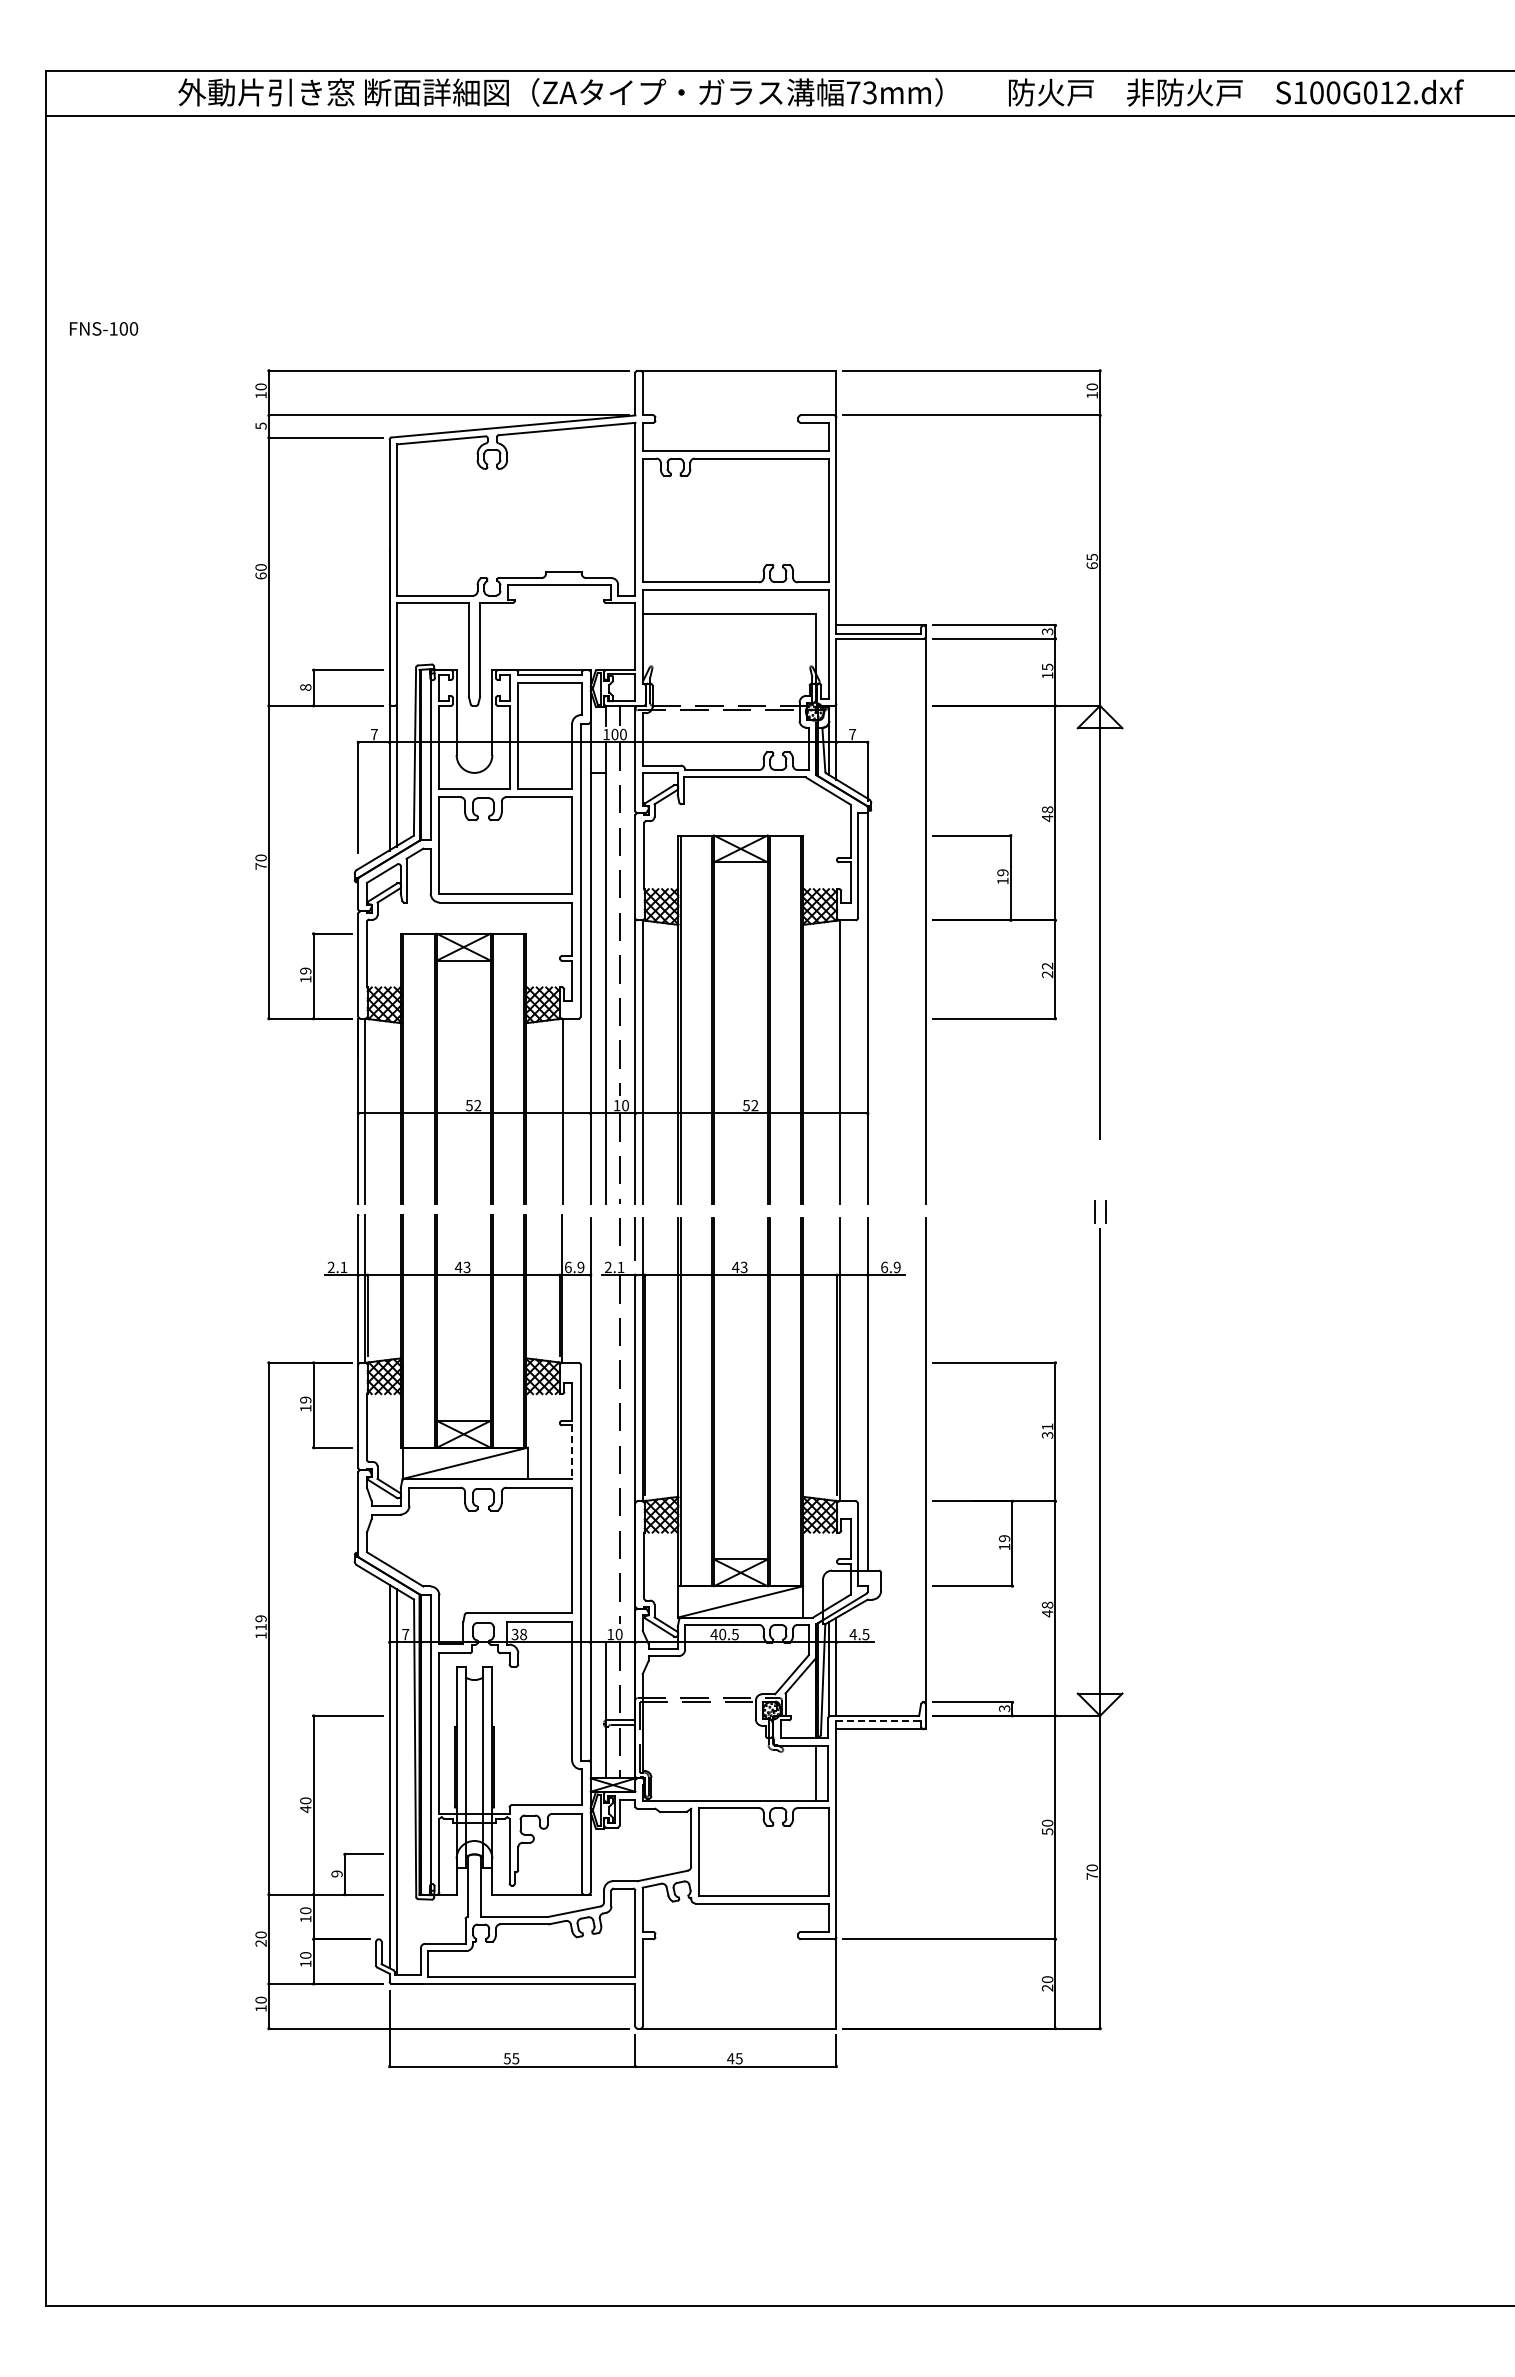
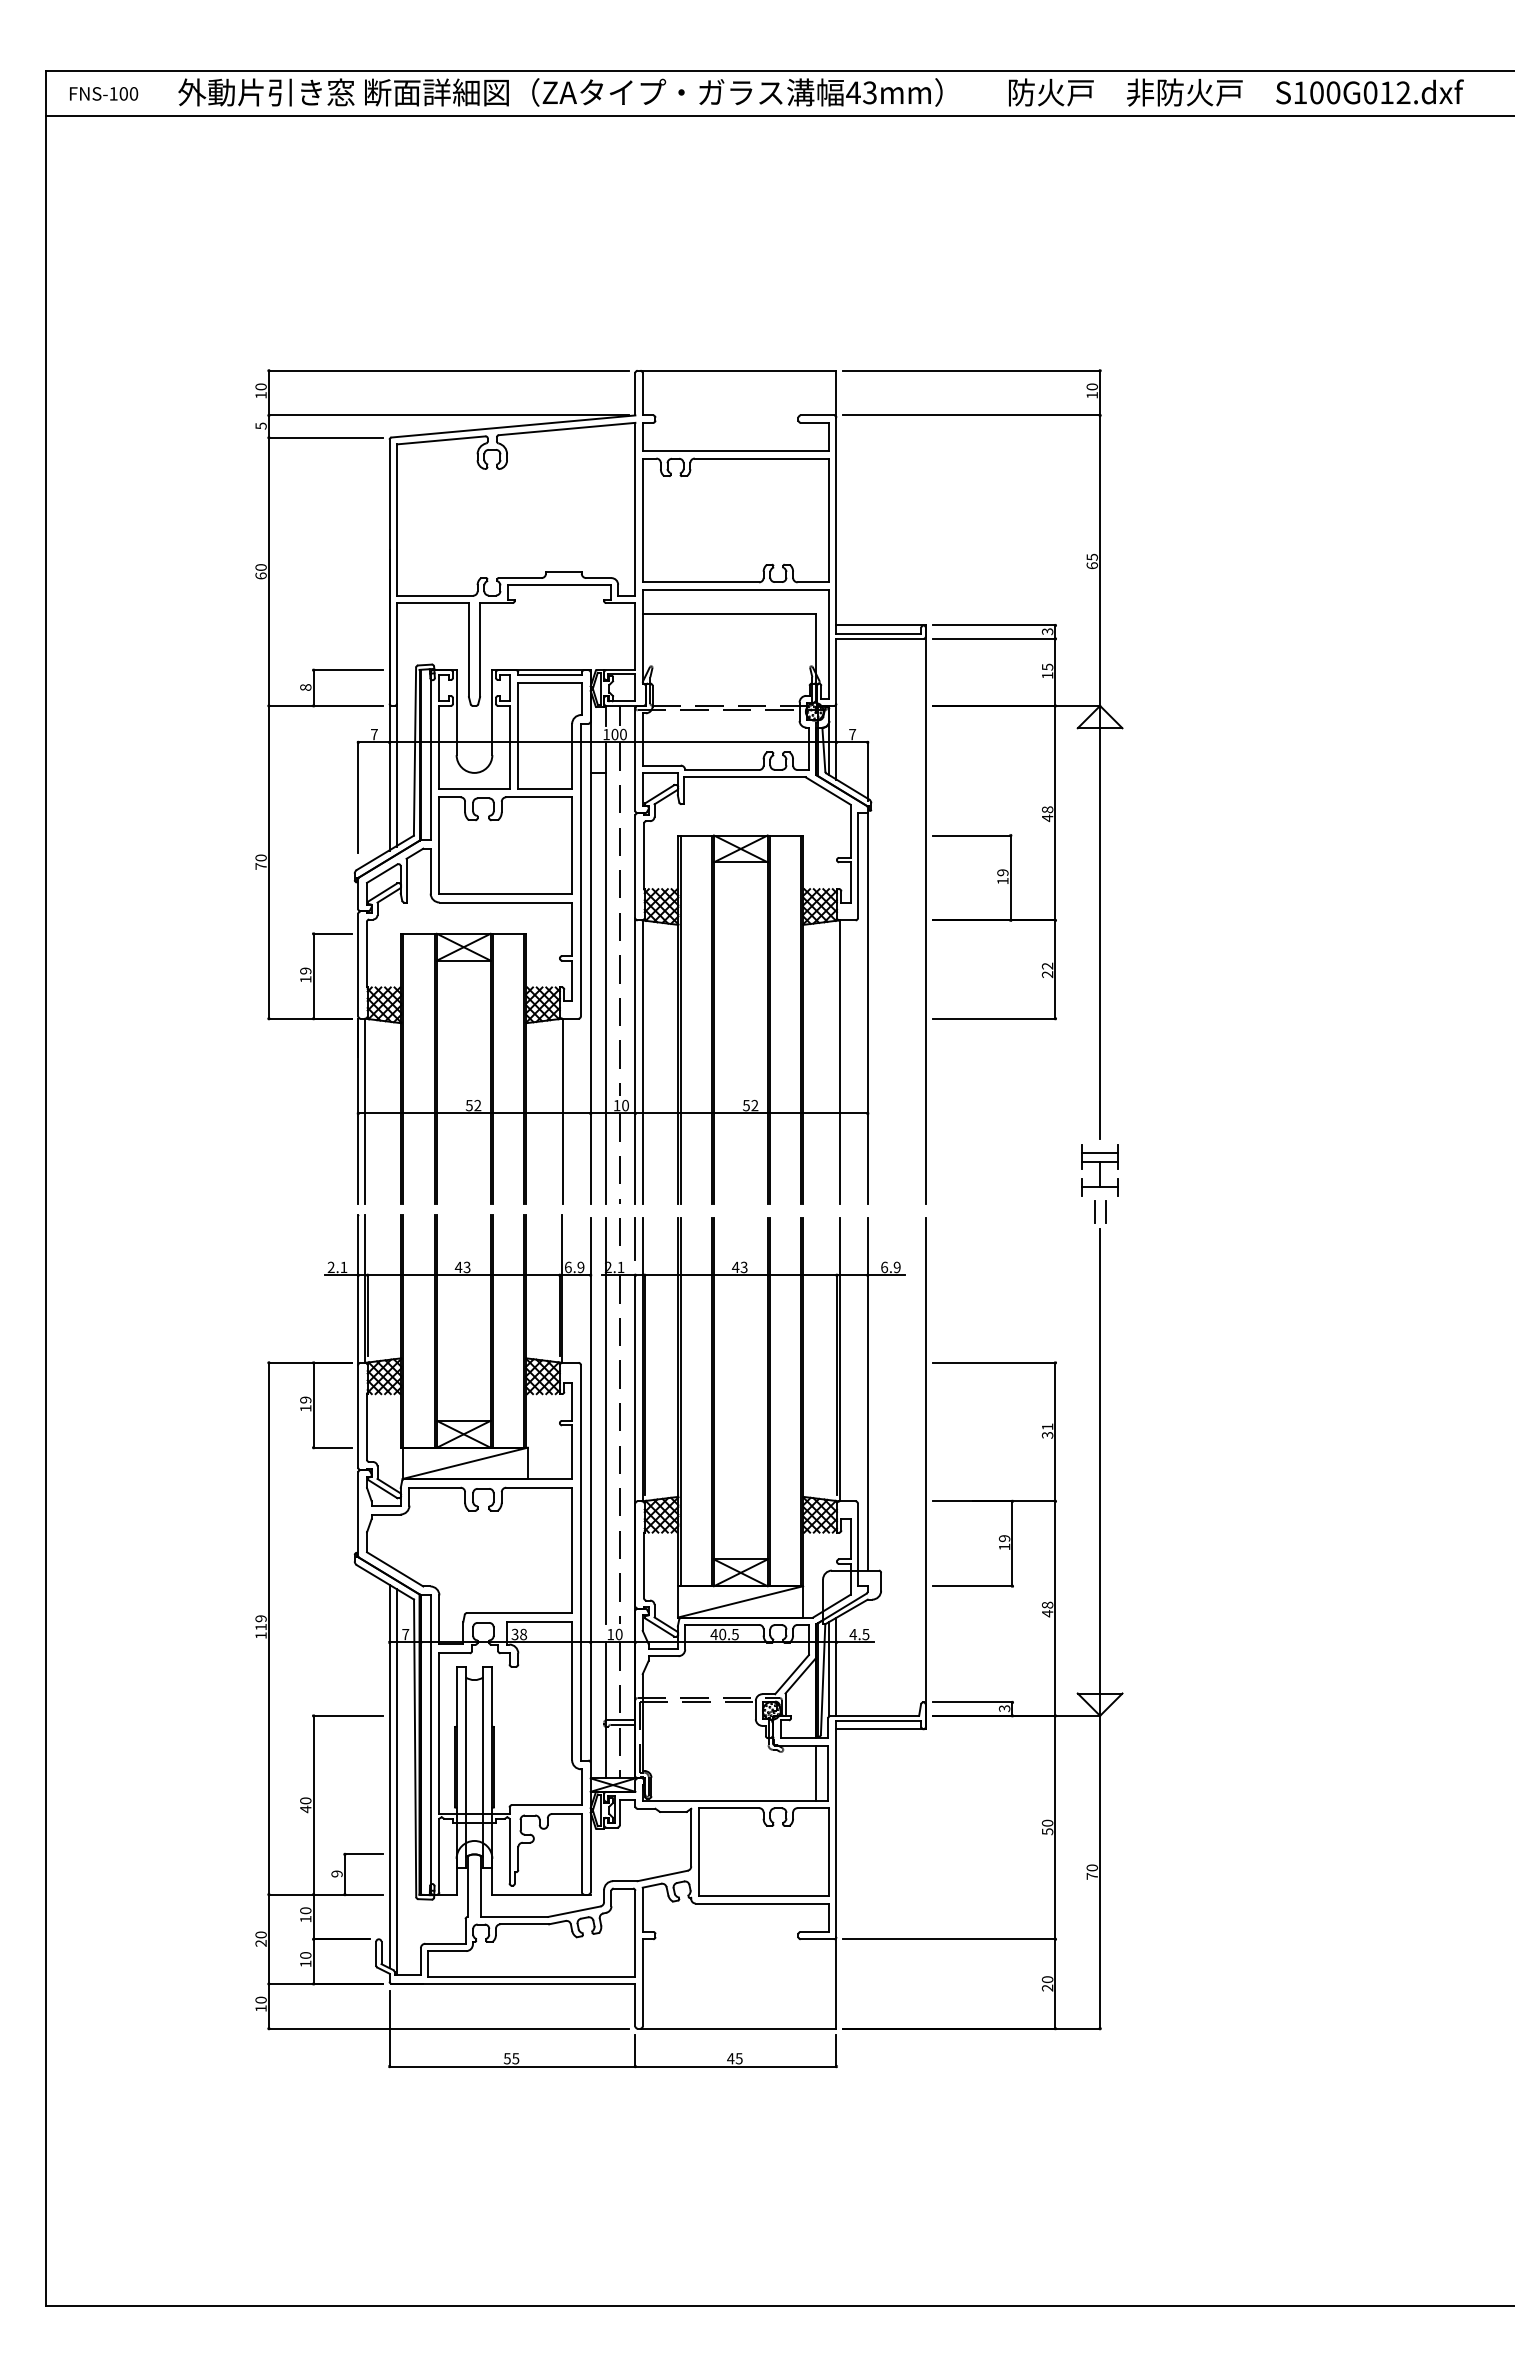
text at (853, 92): 73mm -> 43mm
text at (104, 328) position: (104, 328) -> (104, 93)
part at (1099, 1170): none -> present
line at (606, 1420): none -> present
line at (572, 1452): dashed -> solid
line at (879, 1720): dashed -> solid
